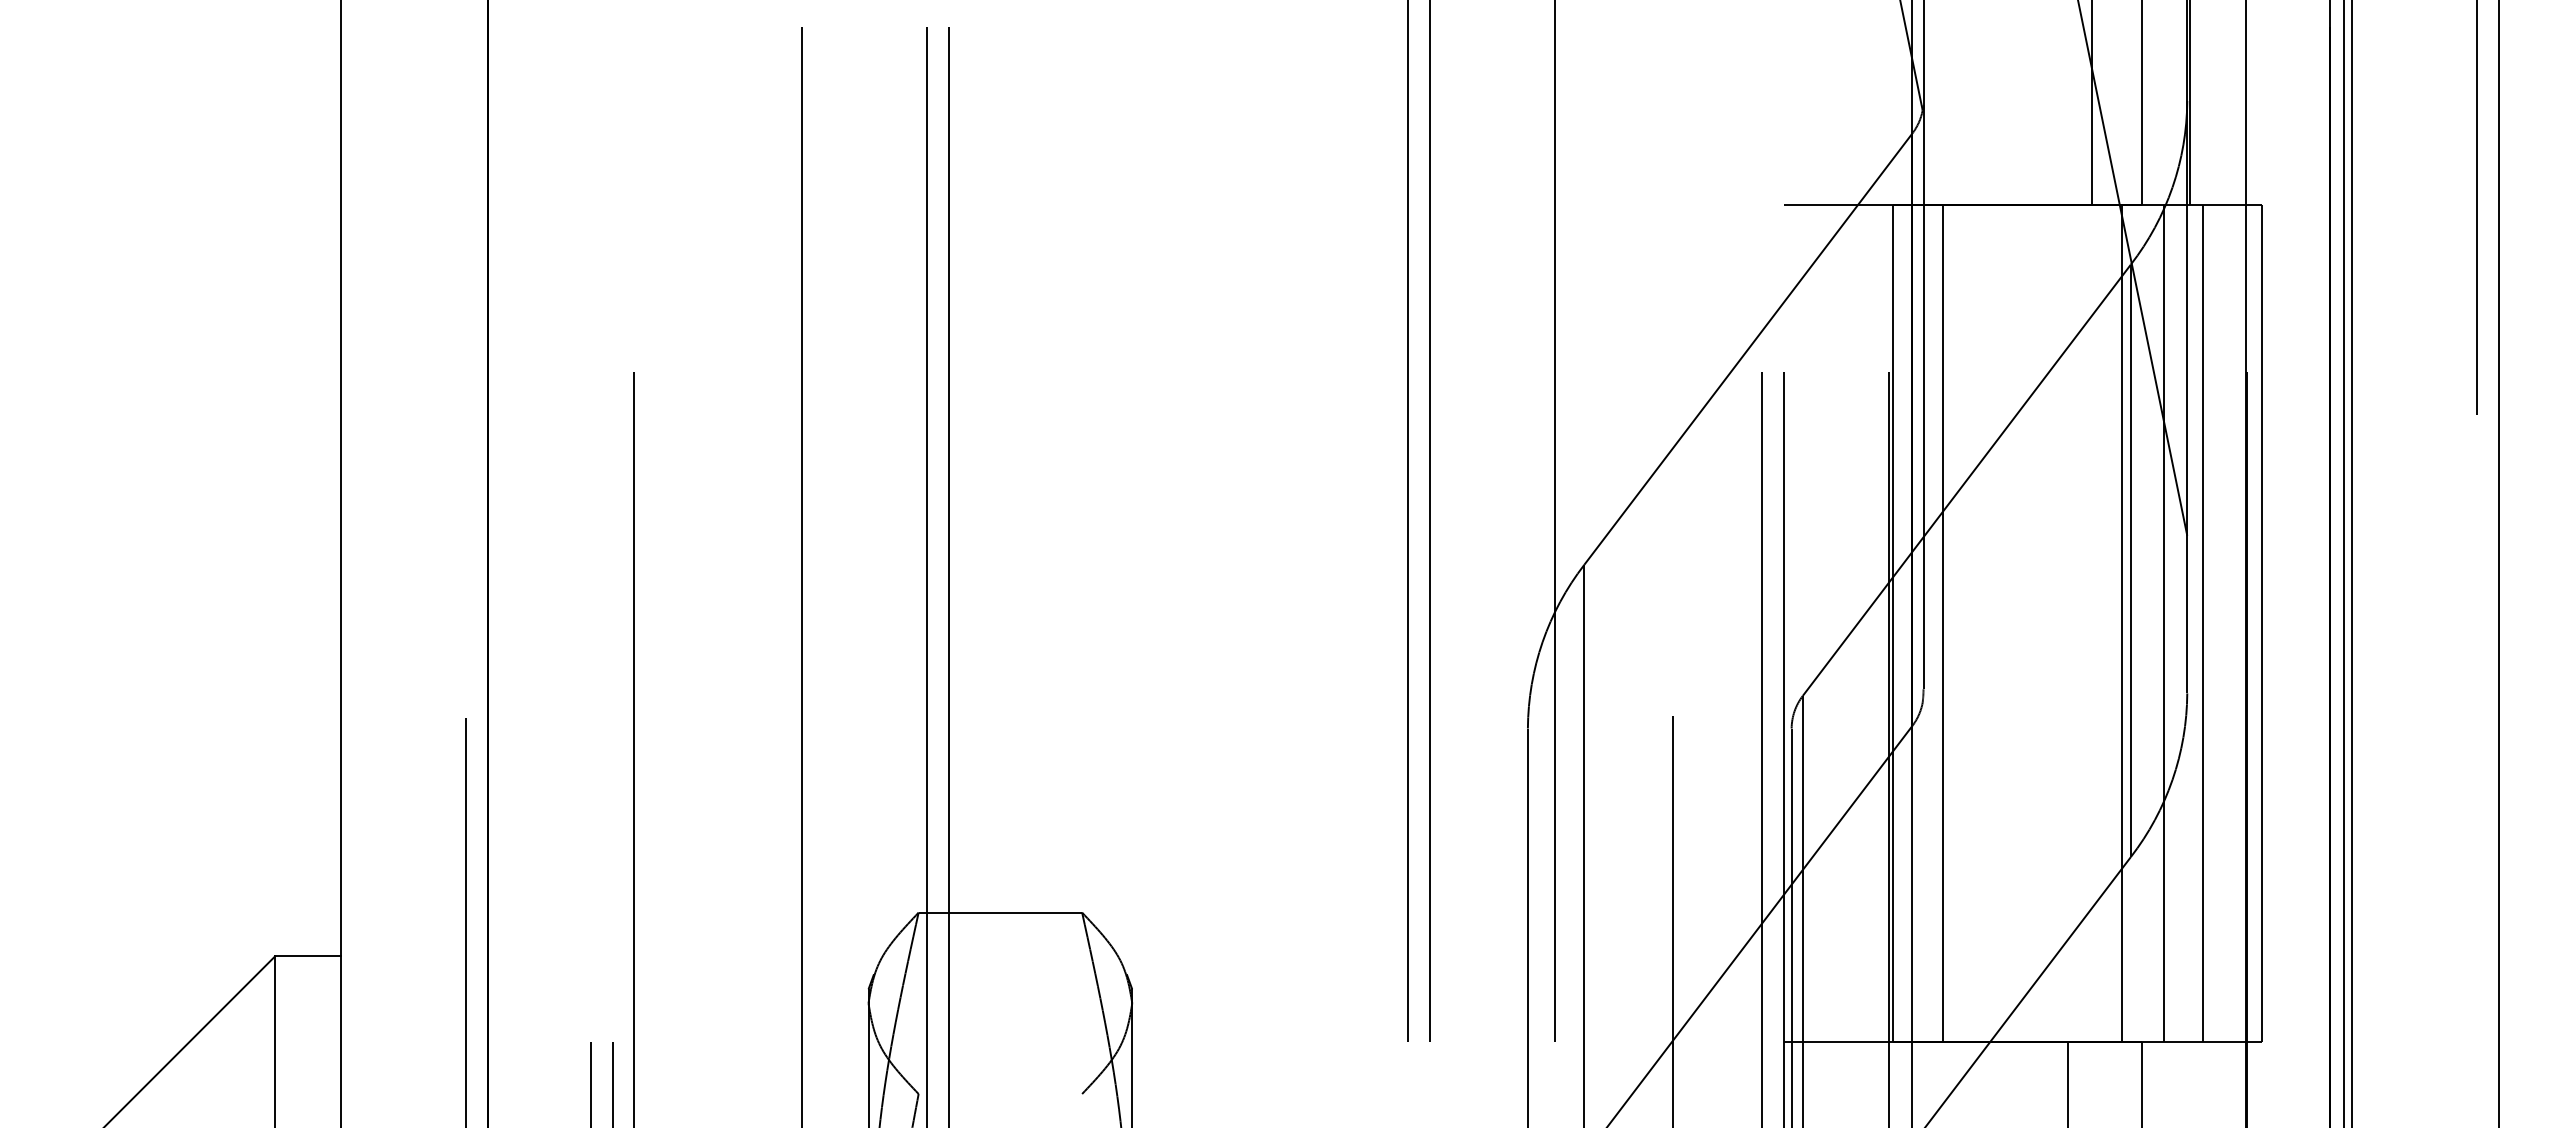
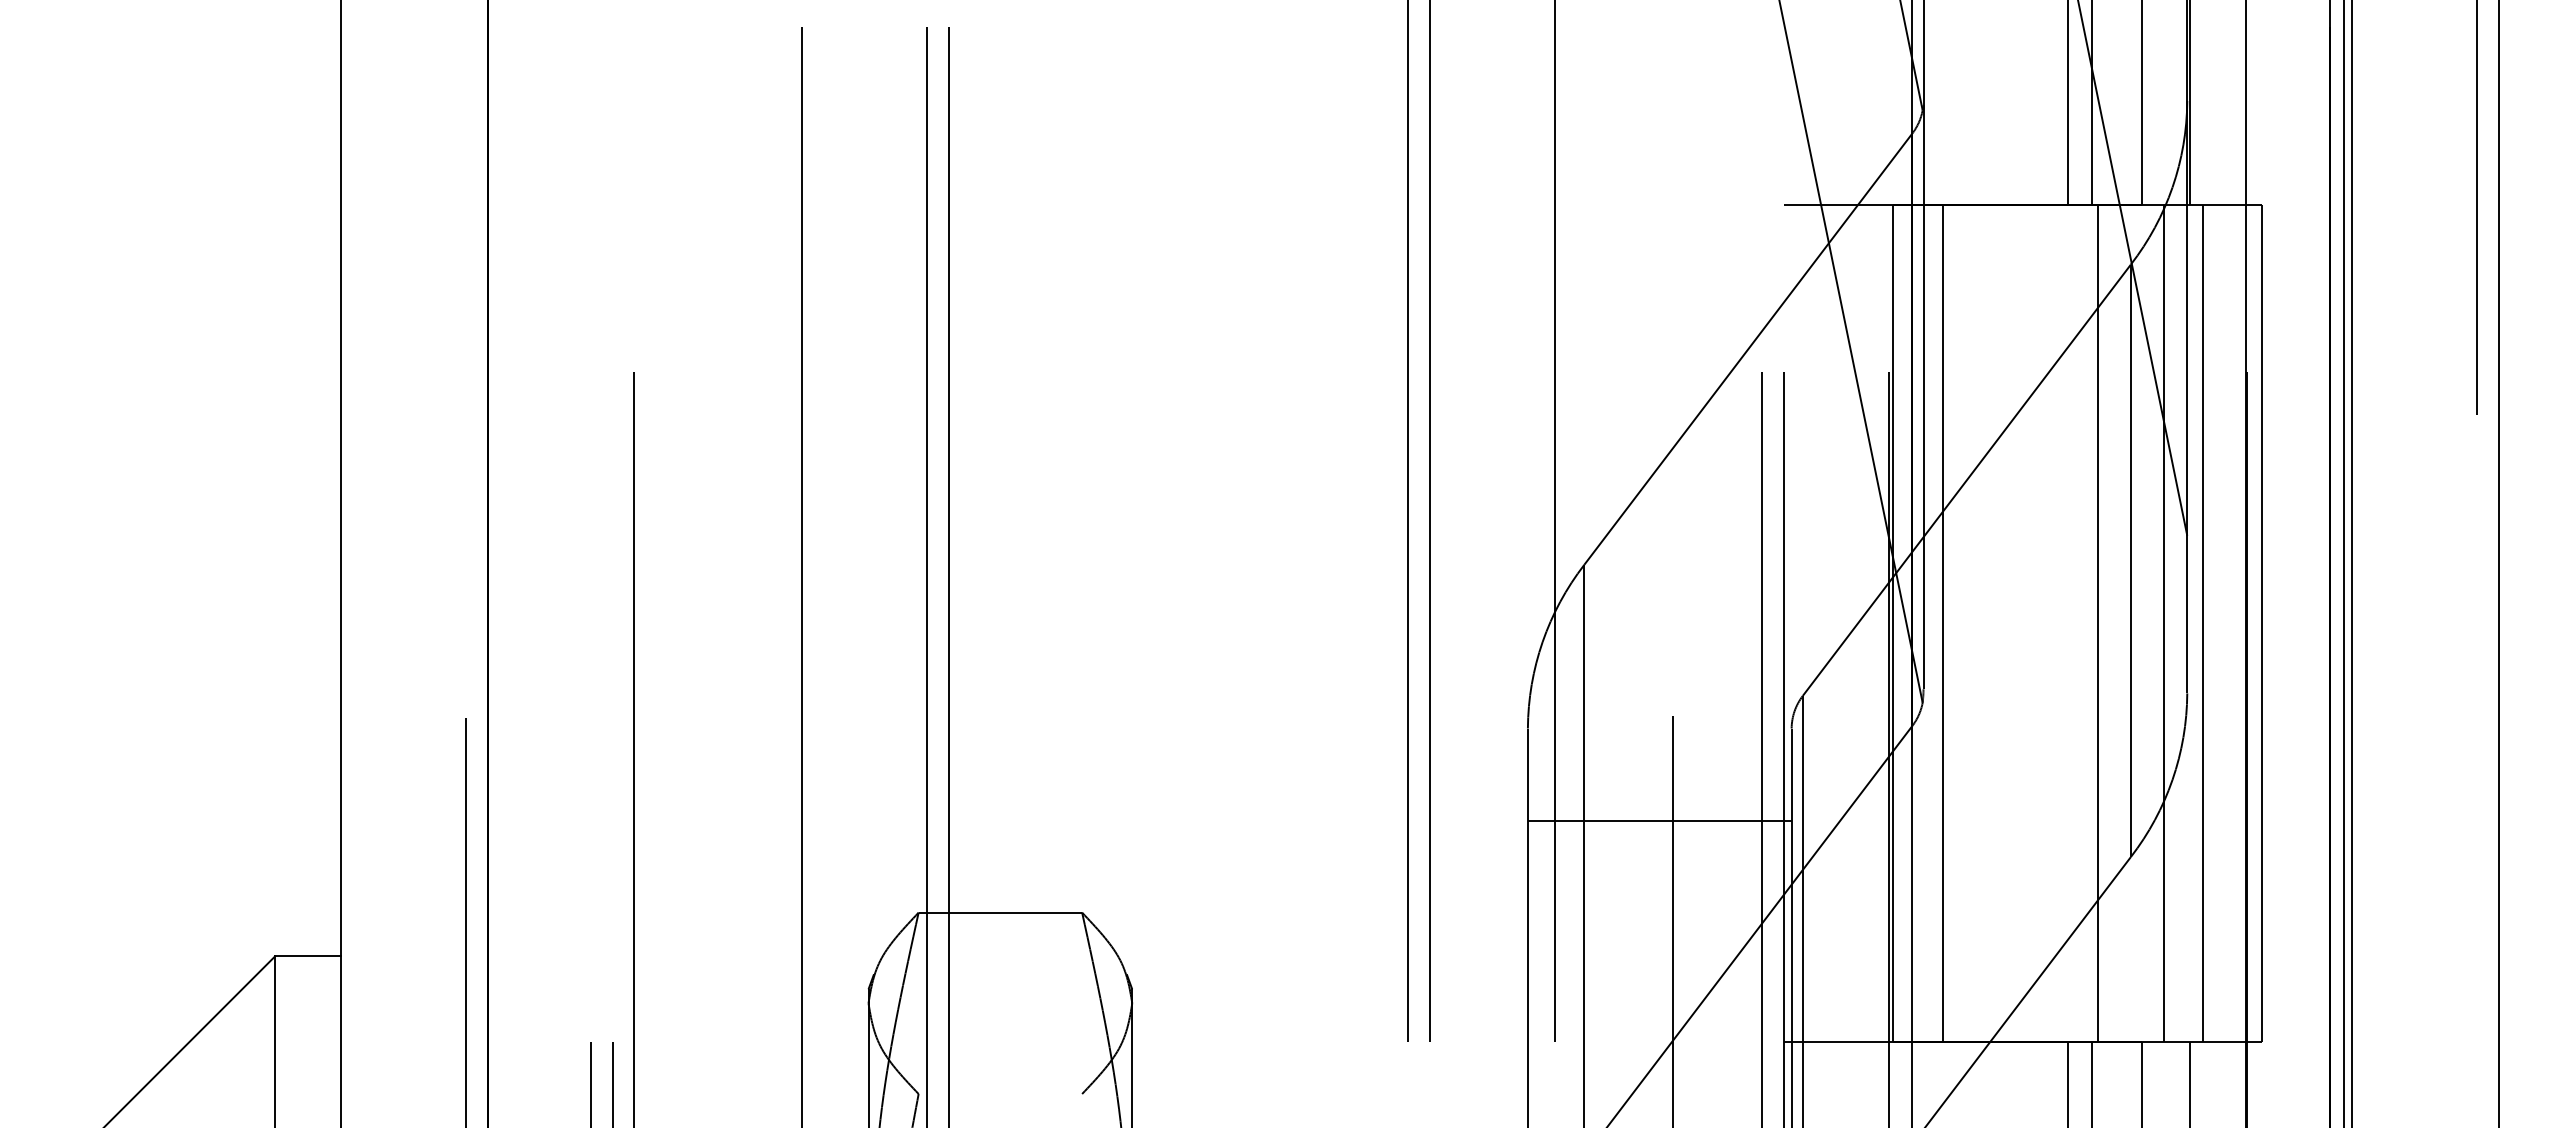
line at (2067, 103): none -> present
line at (1850, 352): none -> present
line at (2122, 623) position: (2122, 623) -> (2098, 623)
line at (1659, 821): none -> present
line at (2091, 1083): none -> present
line at (2190, 1083): none -> present
